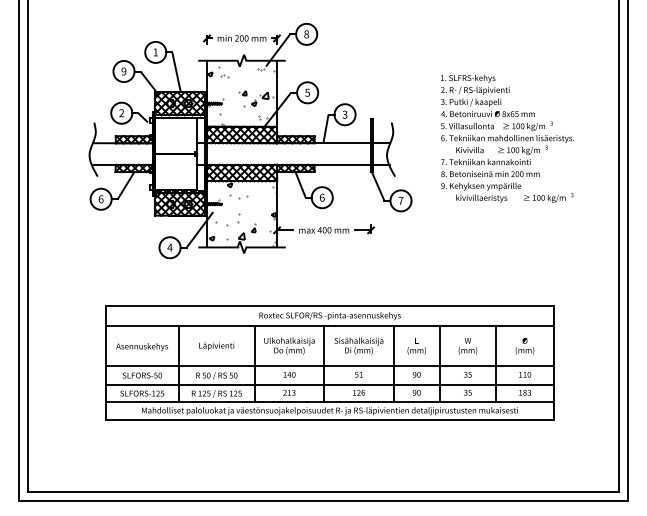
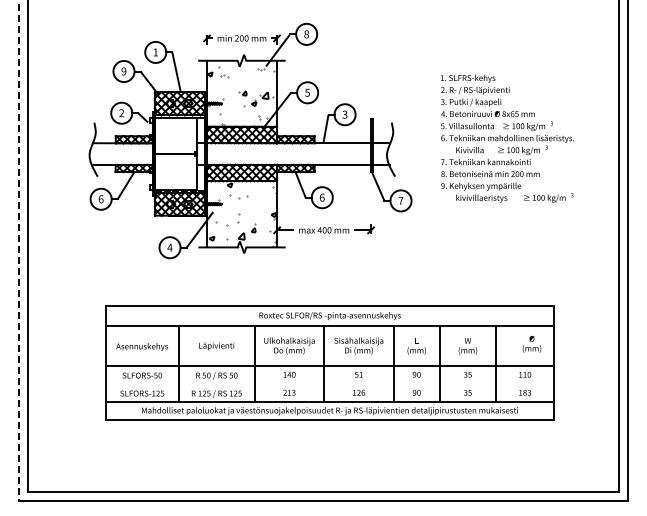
line at (19, 250): solid -> dashed
text at (524, 346) position: (524, 346) -> (531, 344)
line at (329, 384): present -> none
